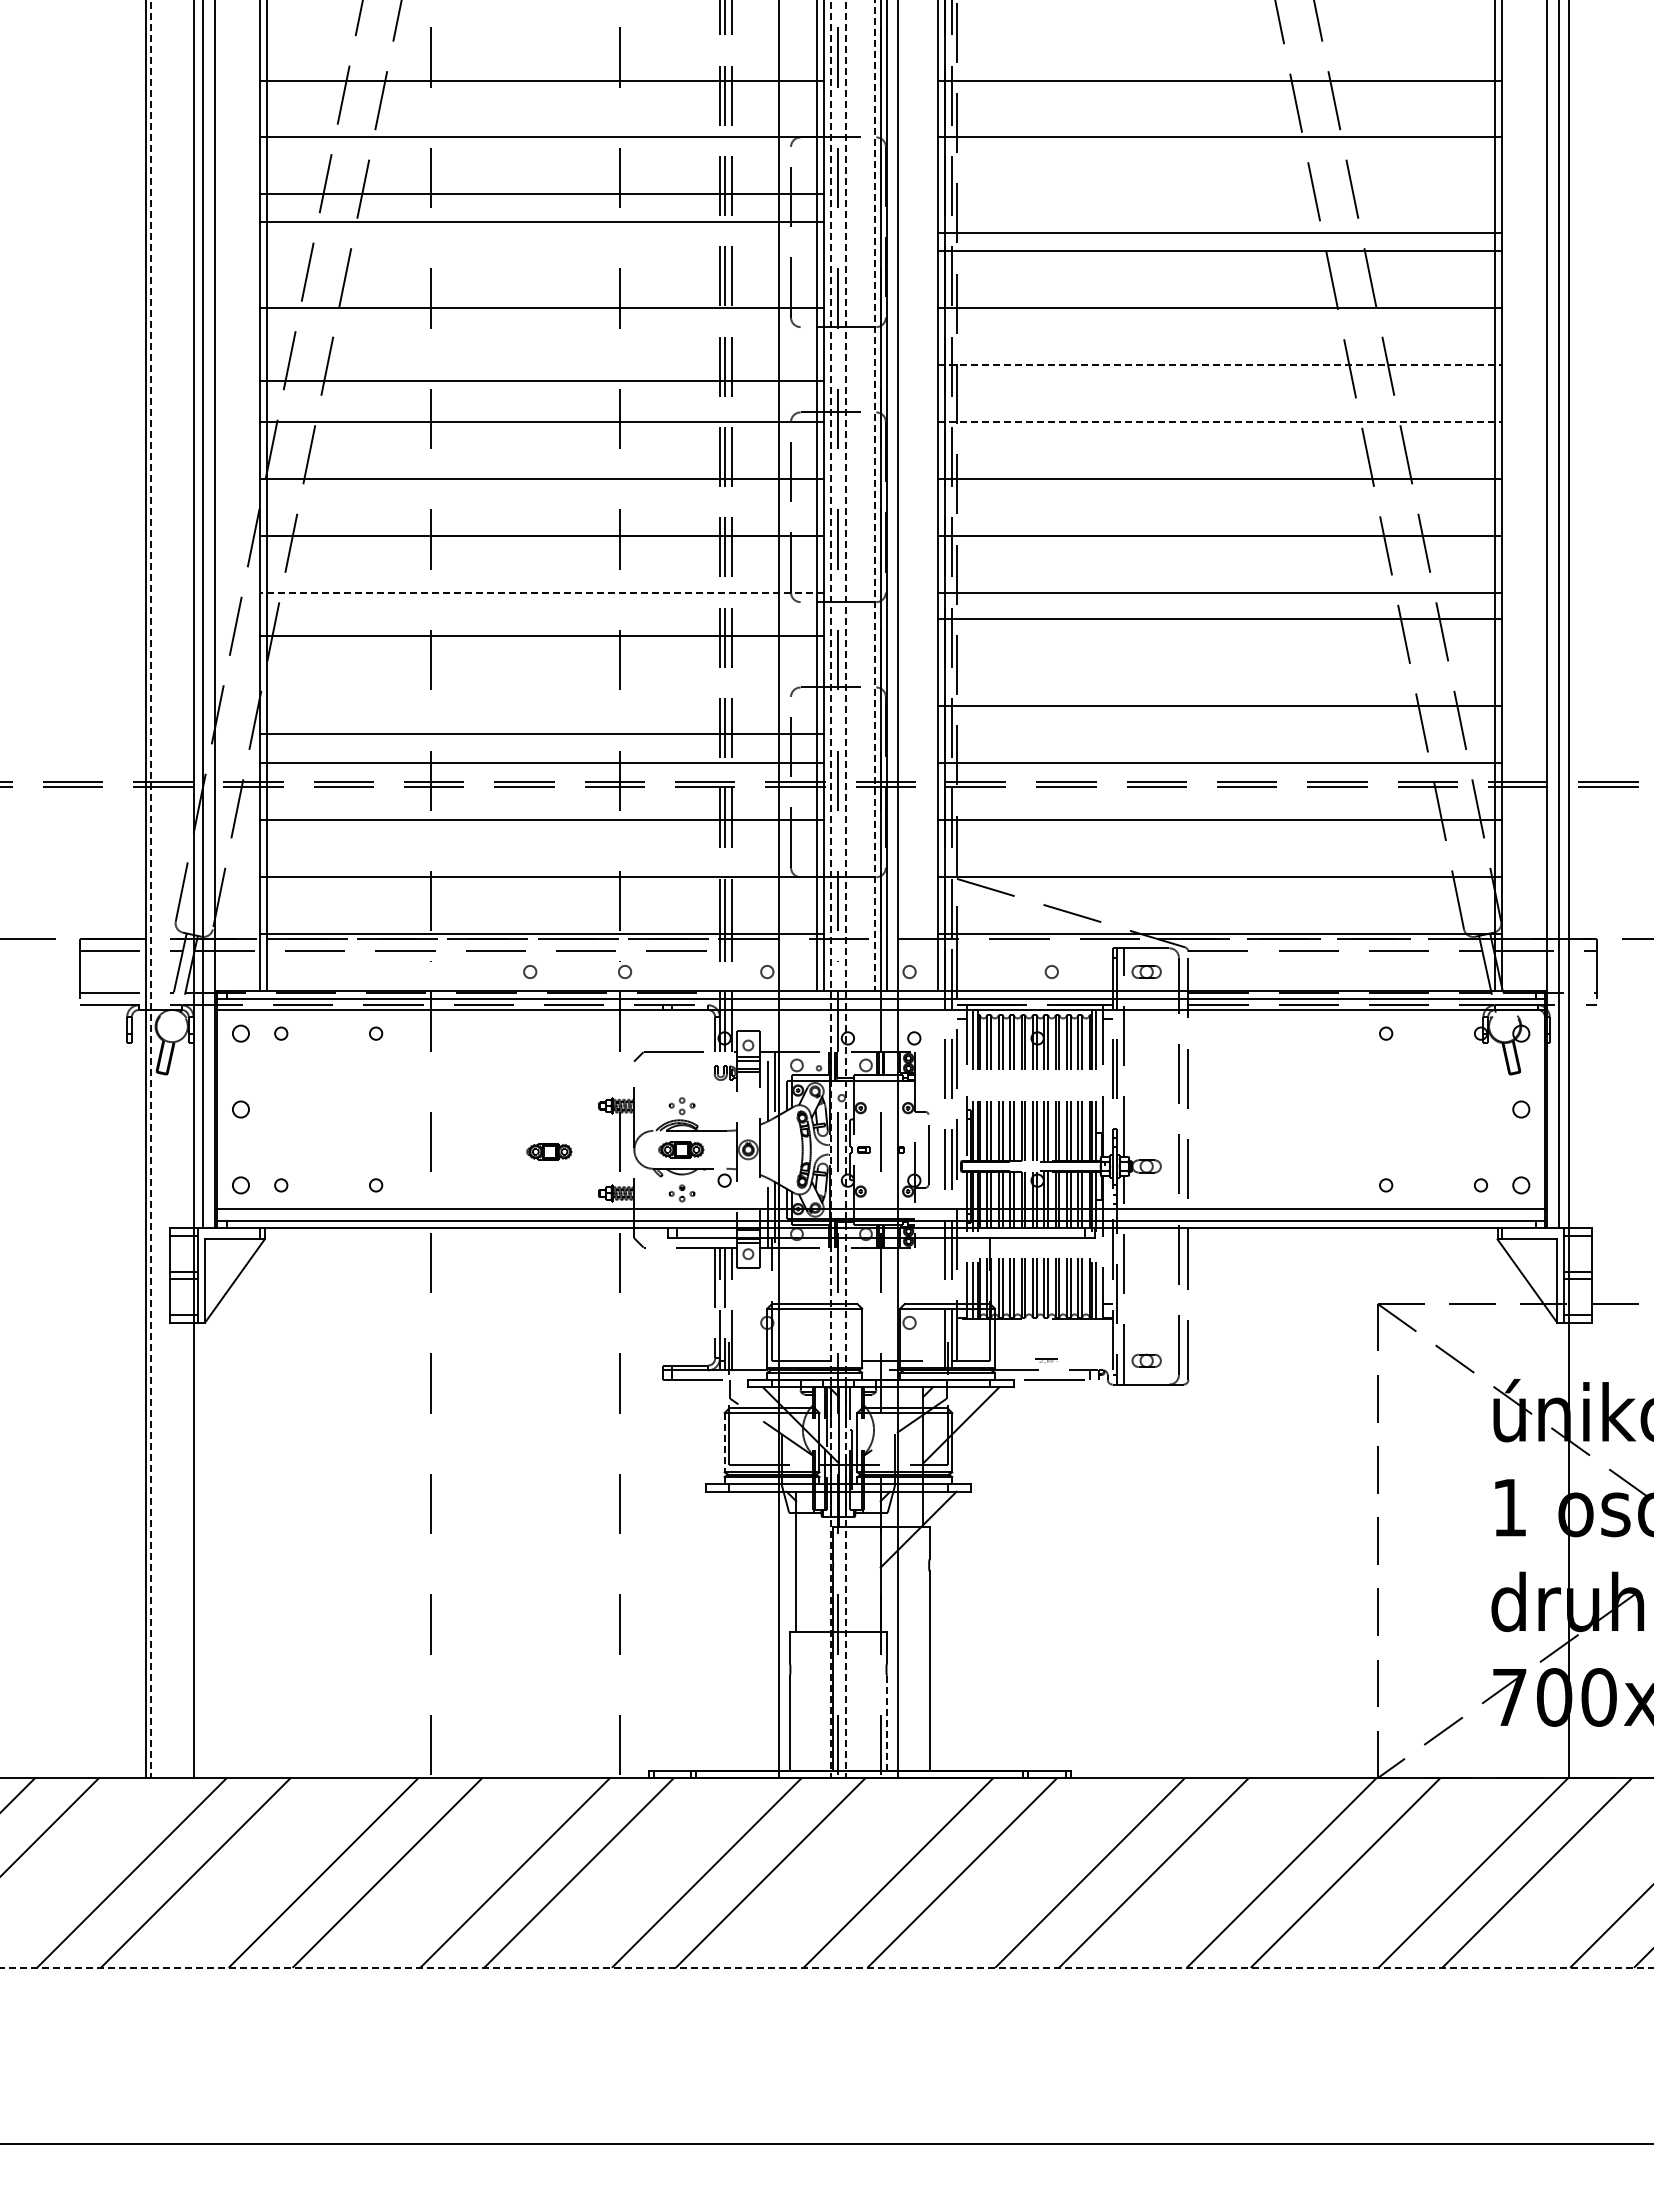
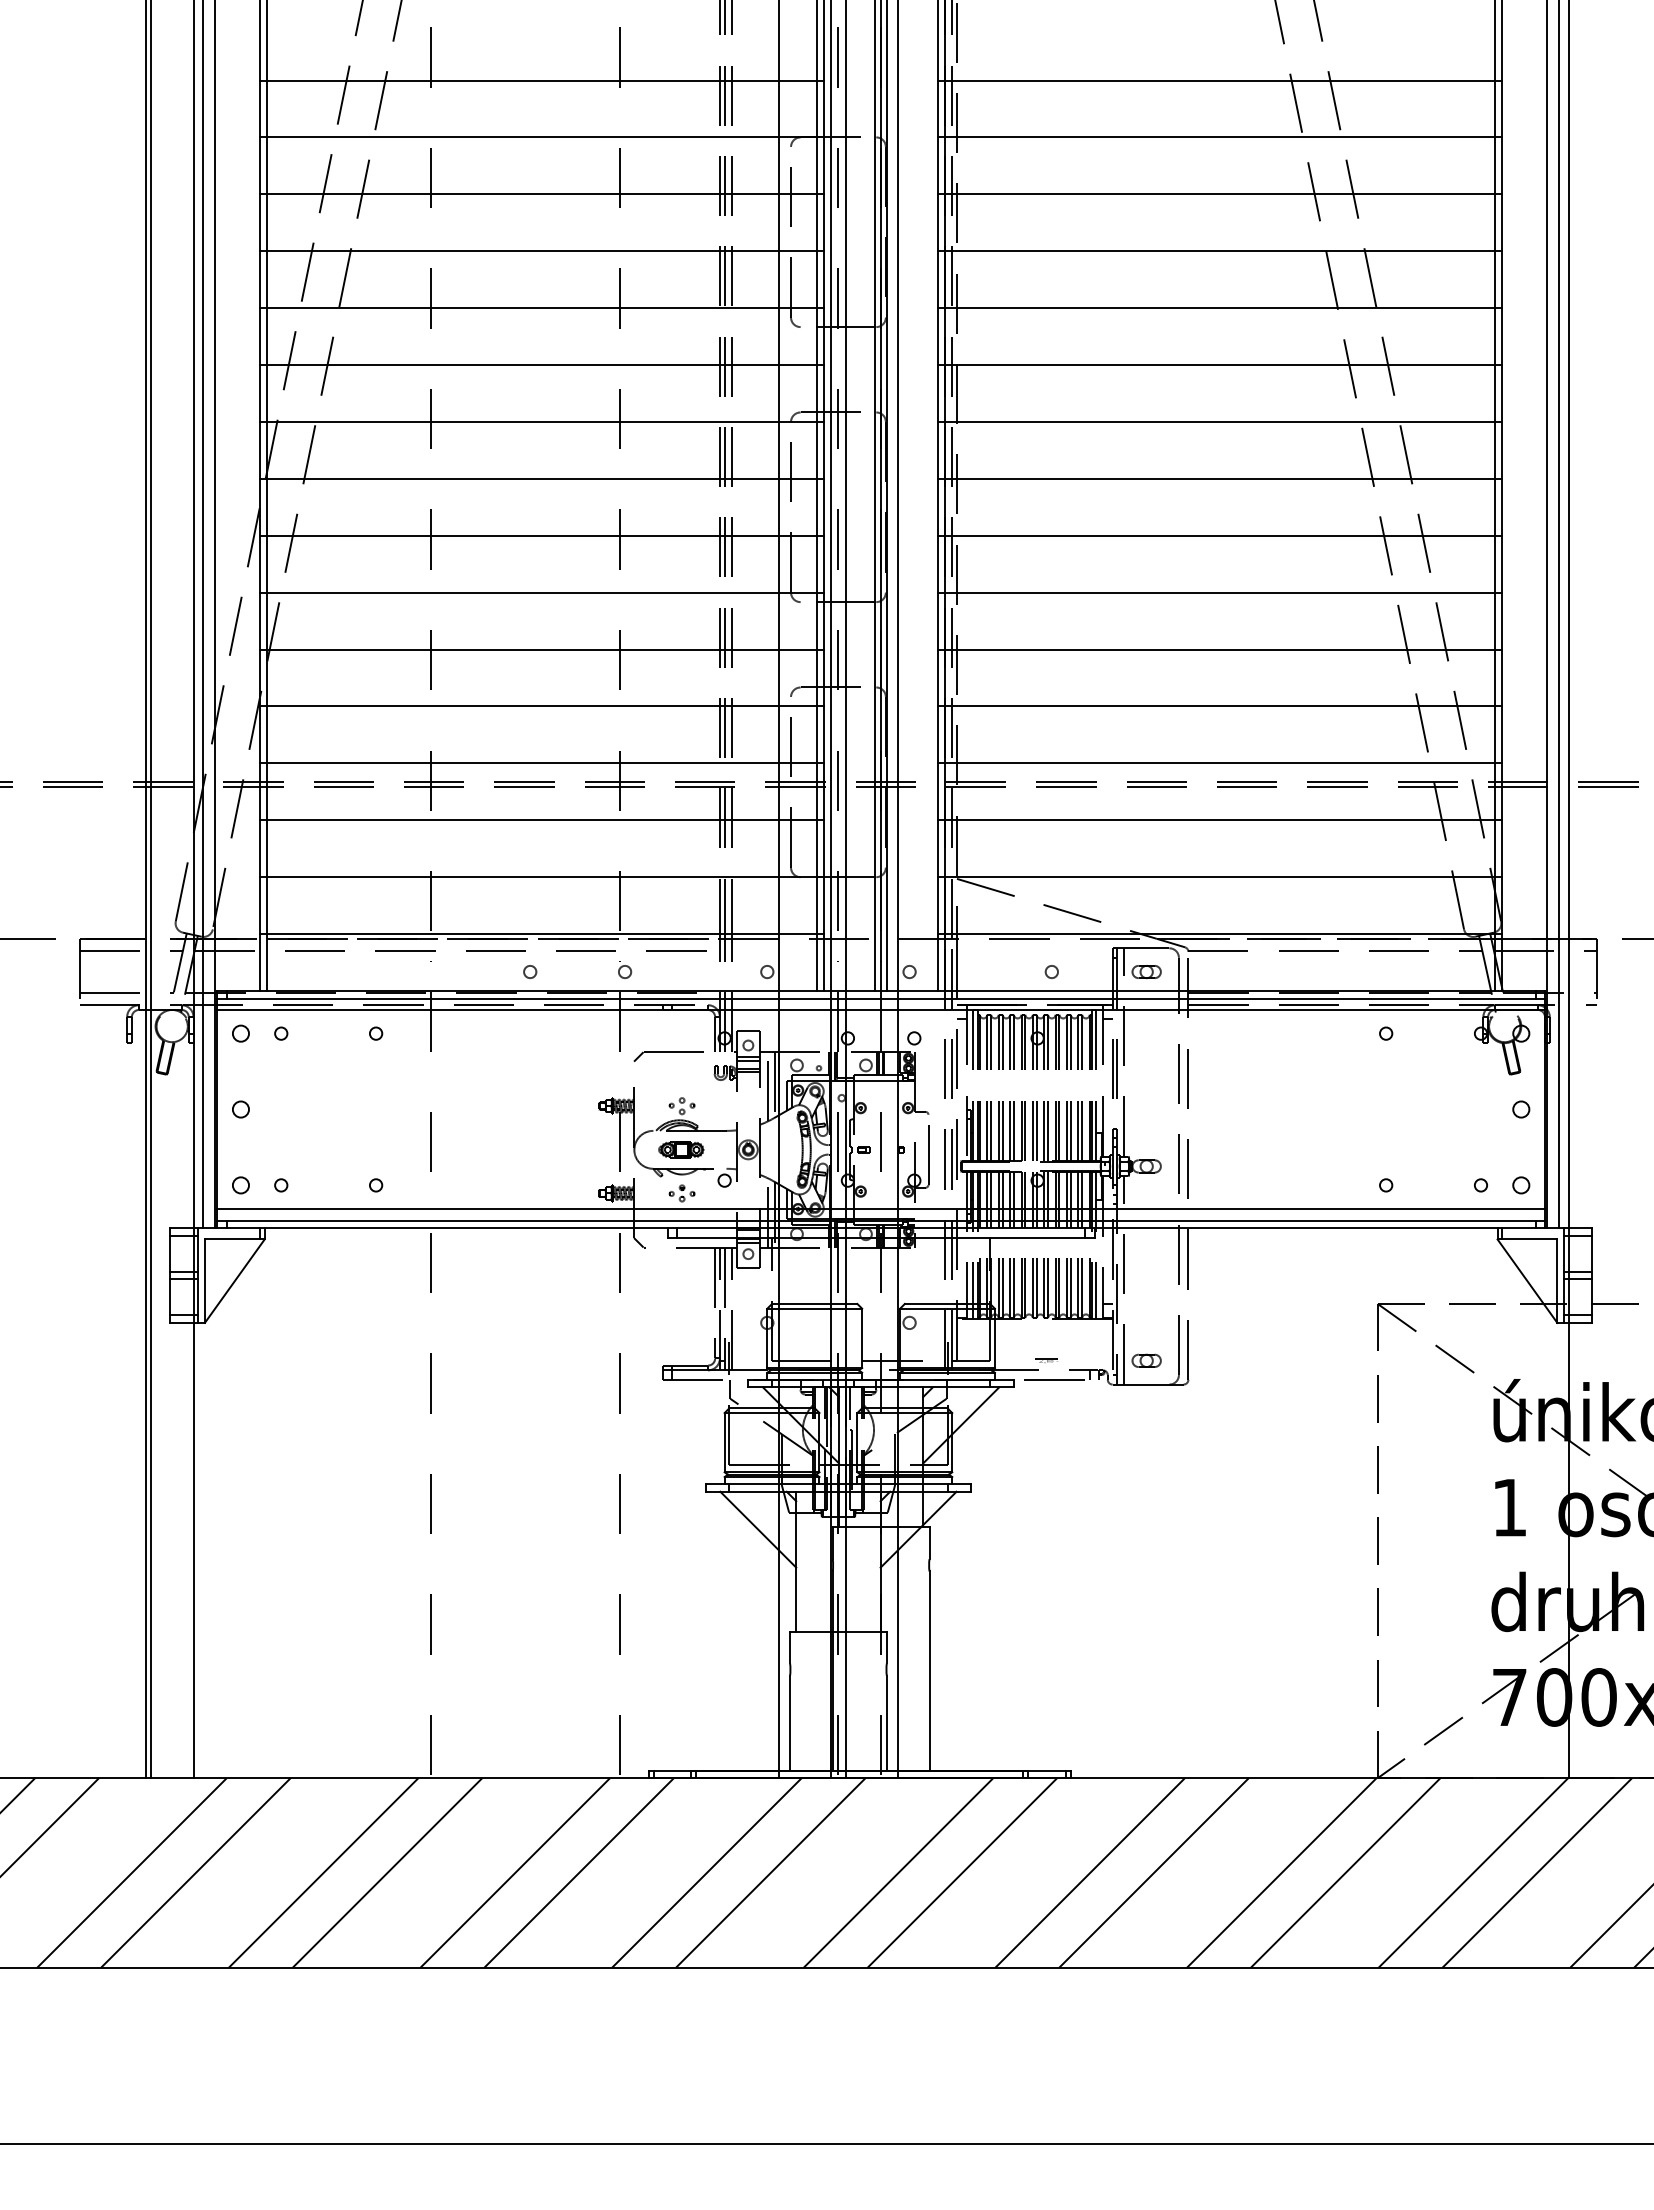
line at (541, 222) position: (541, 222) -> (541, 251)
line at (1220, 233) position: (1220, 233) -> (1220, 194)
line at (1220, 365): dashed -> solid
line at (541, 381) position: (541, 381) -> (541, 365)
line at (1220, 421): dashed -> solid
line at (875, 496): dashed -> solid
line at (541, 592): dashed -> solid
line at (1220, 618) position: (1220, 618) -> (1220, 649)
line at (541, 635) position: (541, 635) -> (541, 649)
line at (541, 734) position: (541, 734) -> (541, 706)
line at (150, 889): dashed -> solid
line at (831, 889): dashed -> solid
line at (845, 889): dashed -> solid
part at (549, 1151): present -> none
line at (724, 1442): dashed -> solid
line at (758, 1529): none -> present
line at (886, 1723): dashed -> solid
line at (826, 1967): dashed -> solid
